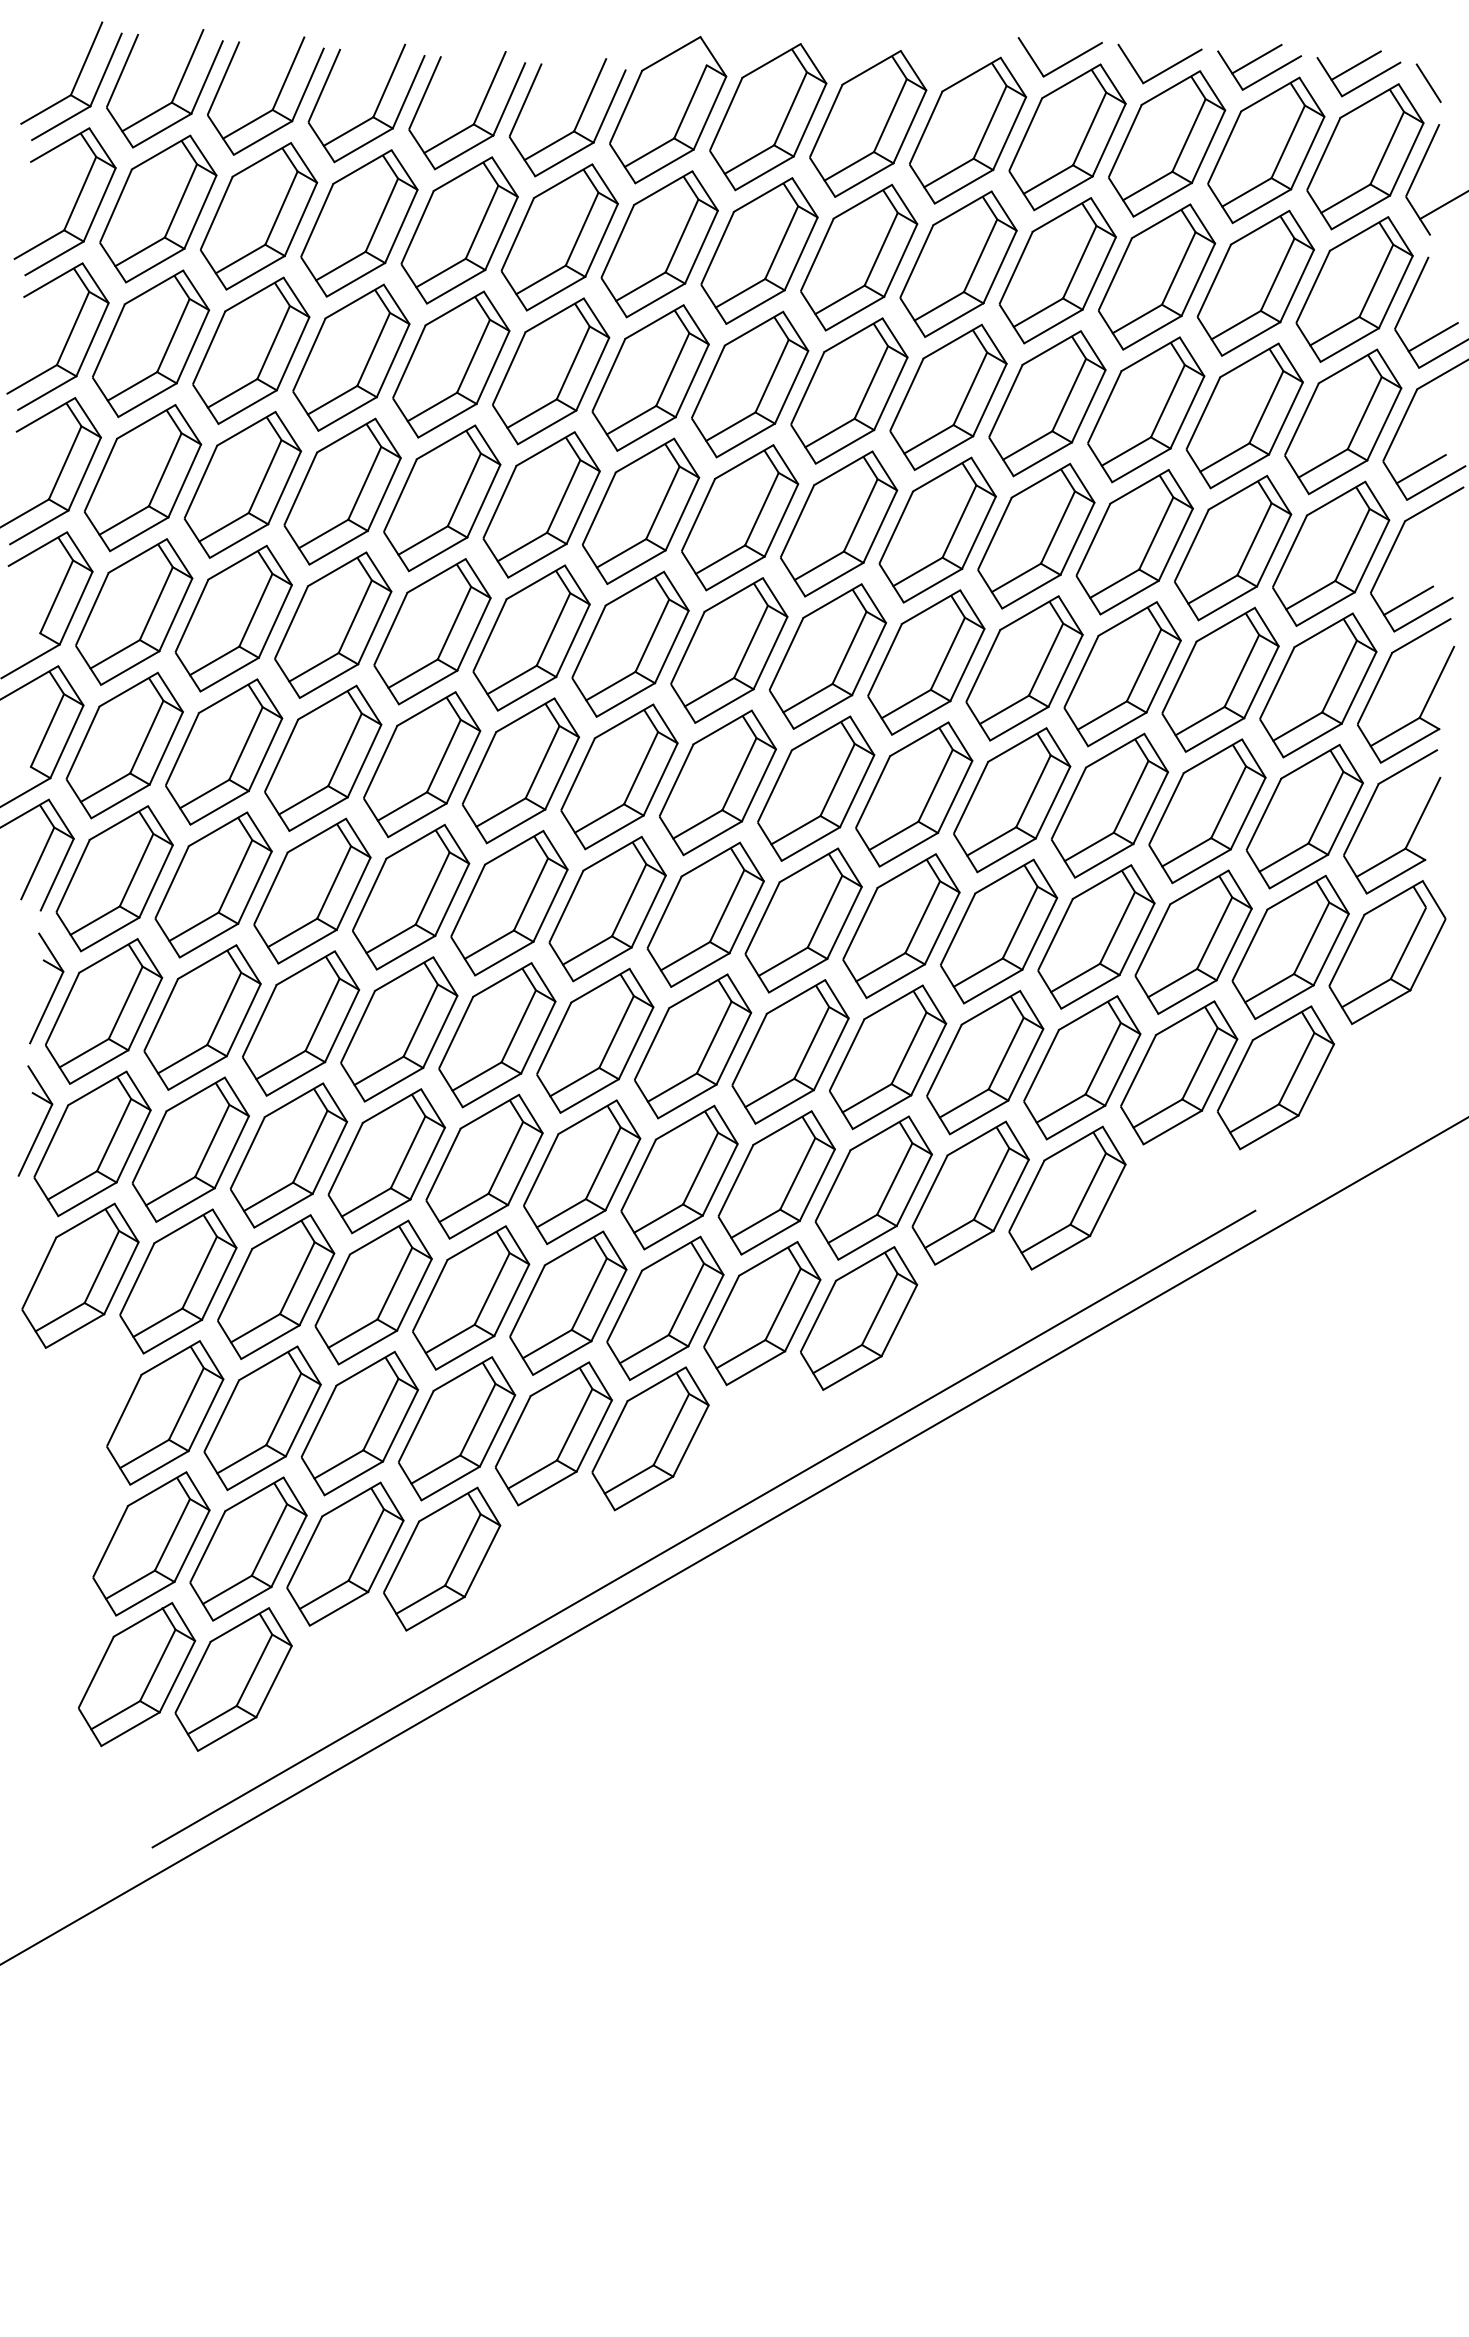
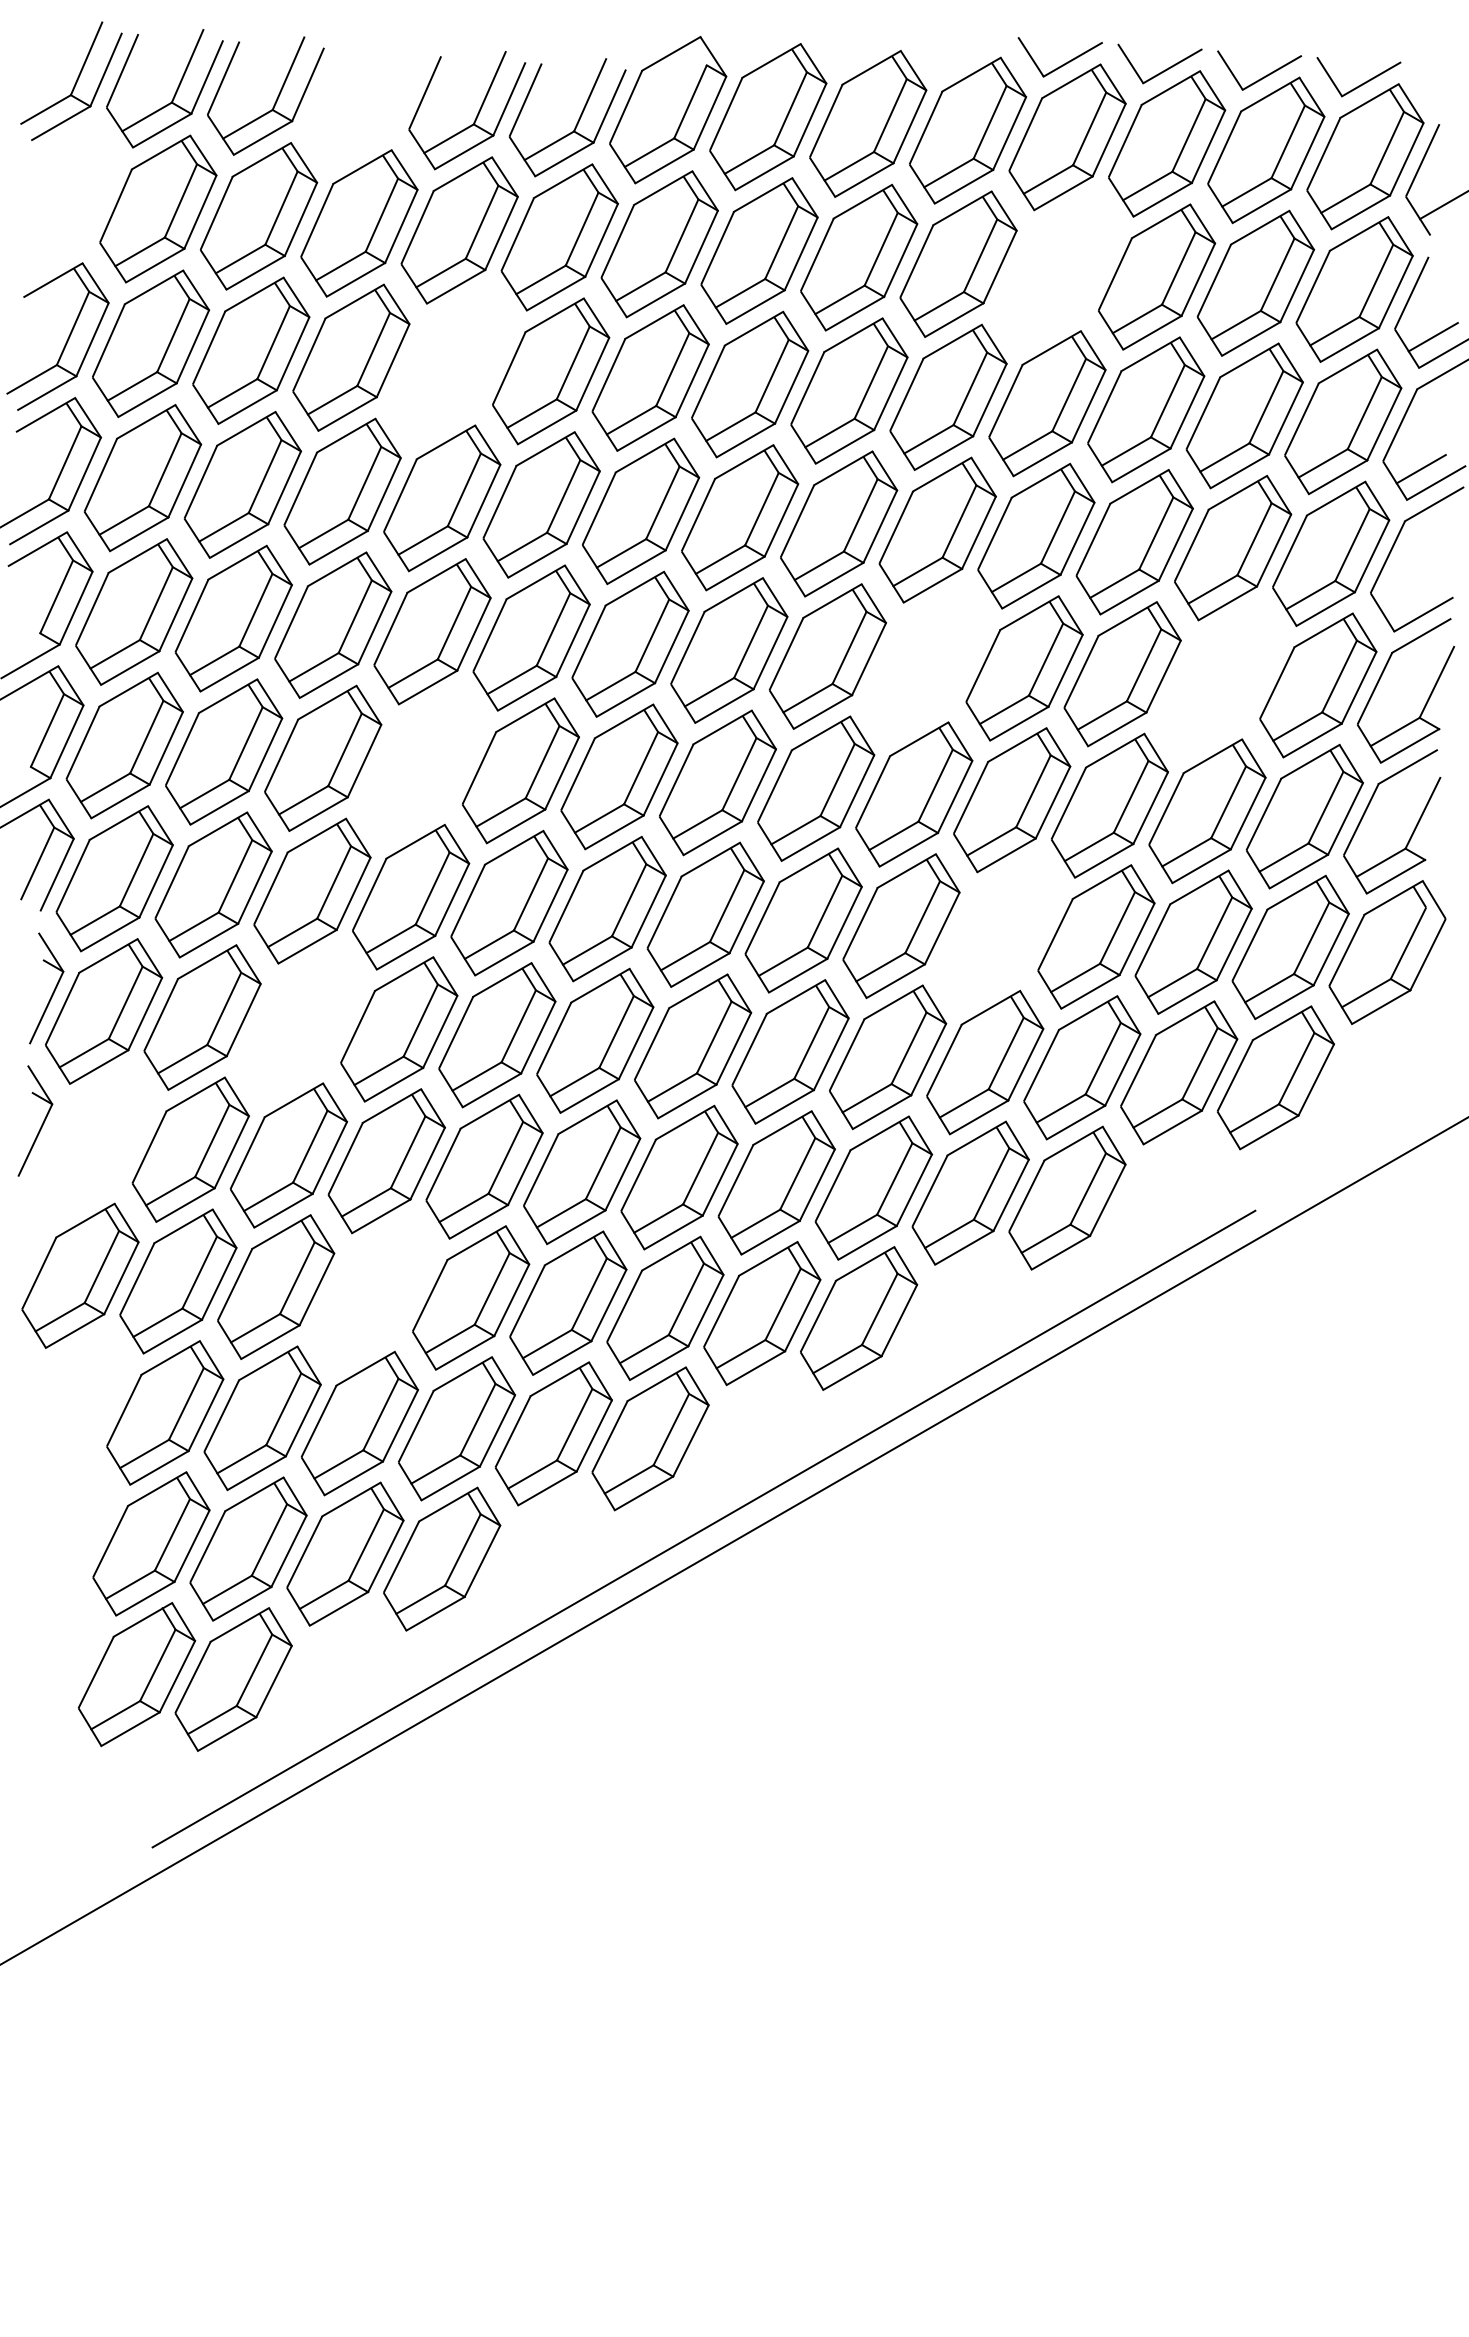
line at (1256, 58): present -> none
line at (1355, 65): present -> none
line at (1428, 82): present -> none
part at (376, 107): present -> none
part at (73, 206): present -> none
part at (1057, 270): present -> none
part at (451, 364): present -> none
line at (1408, 600): present -> none
part at (926, 662): present -> none
part at (1220, 679): present -> none
part at (422, 764): present -> none
part at (999, 931): present -> none
part at (301, 1023): present -> none
part at (92, 1143): present -> none
part at (373, 1292): present -> none
